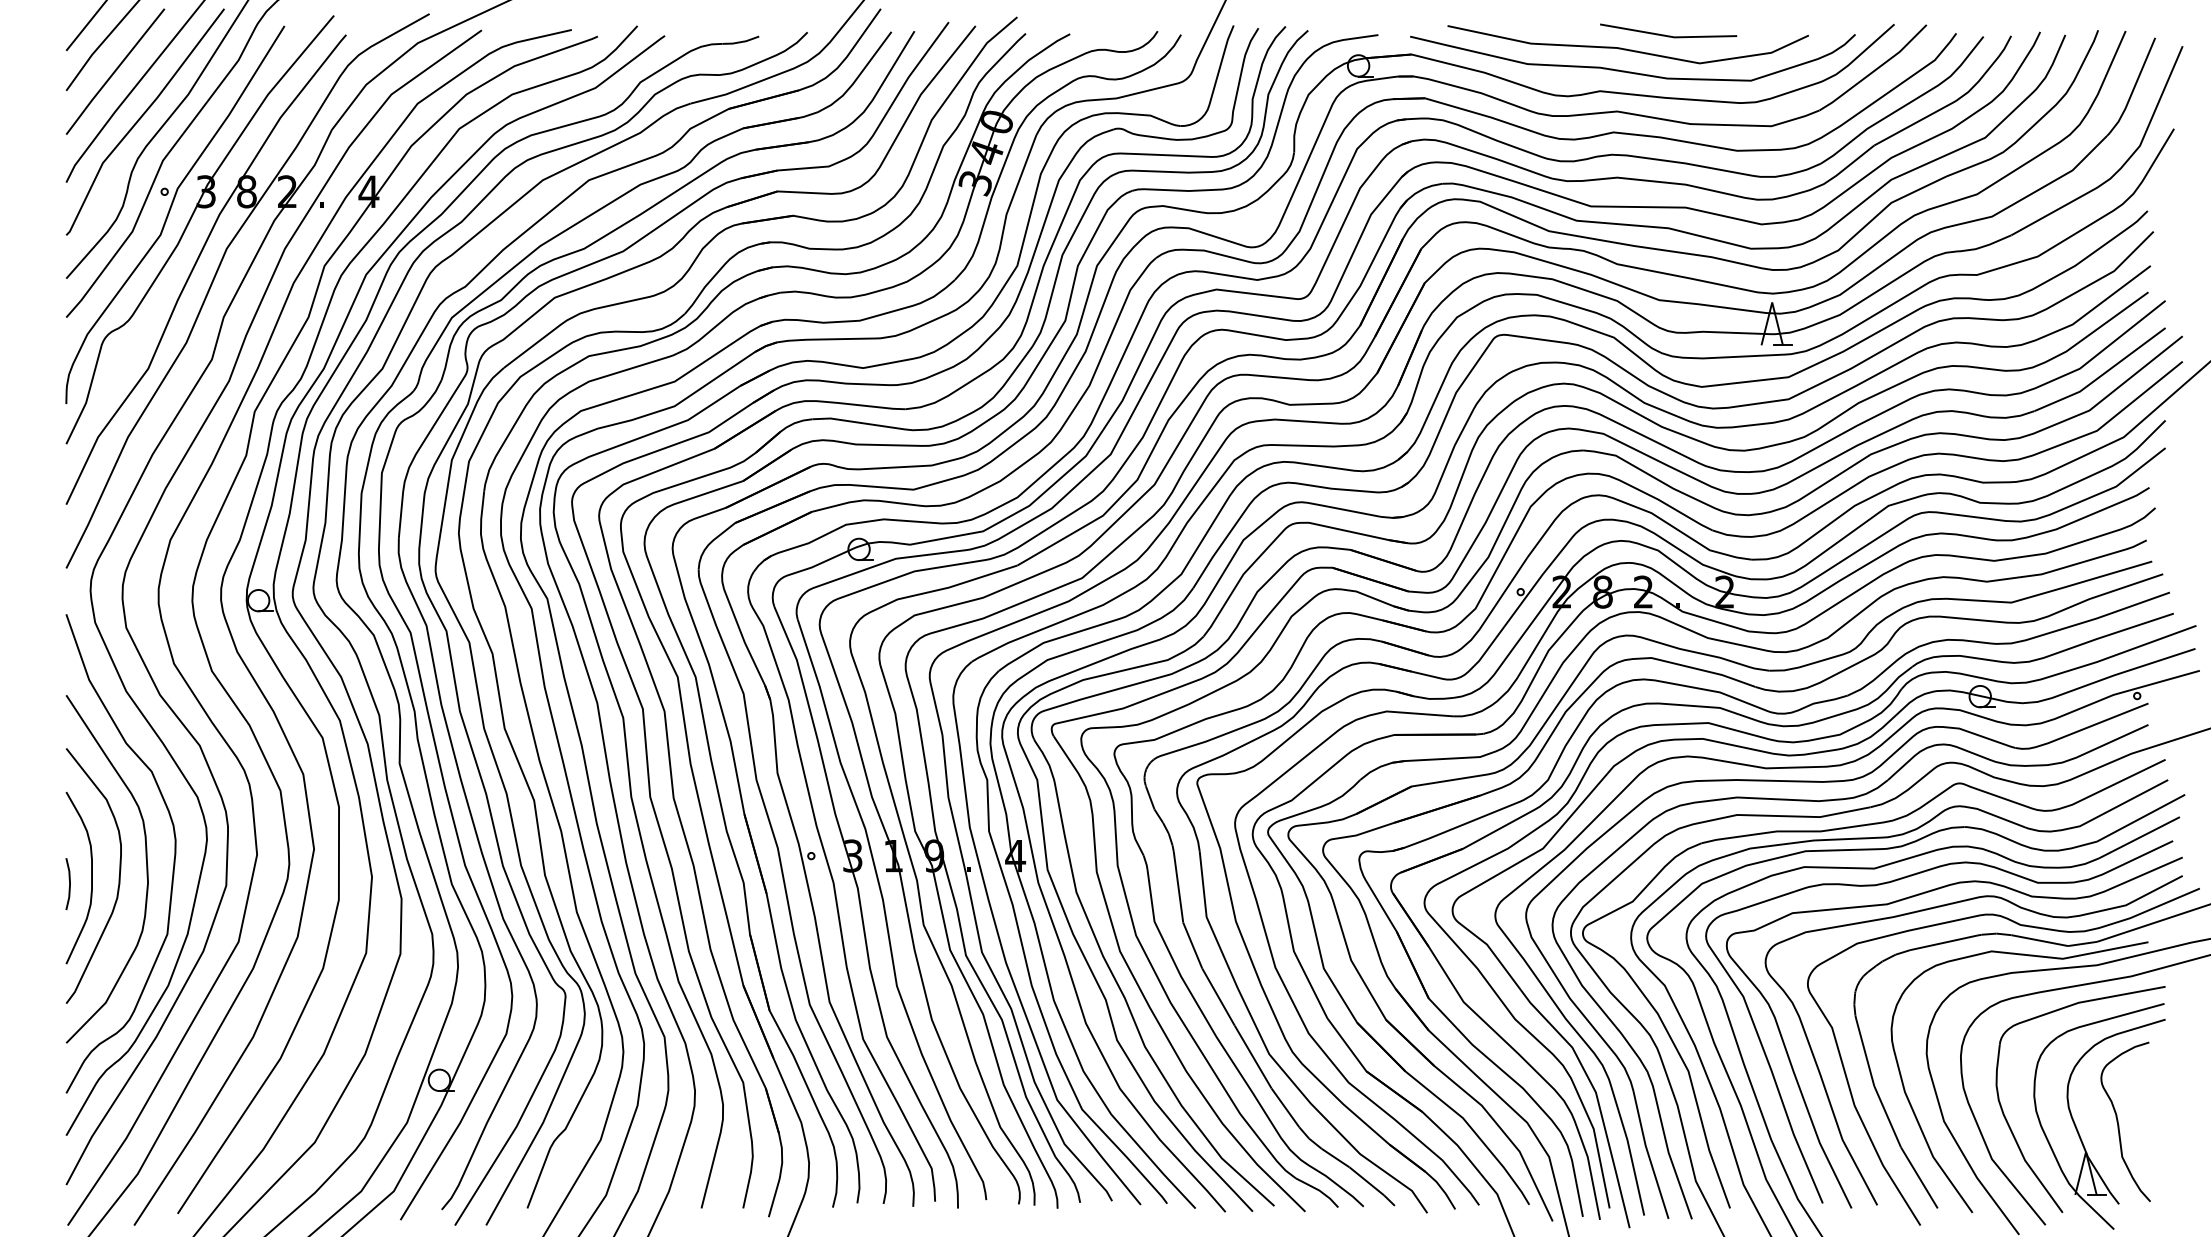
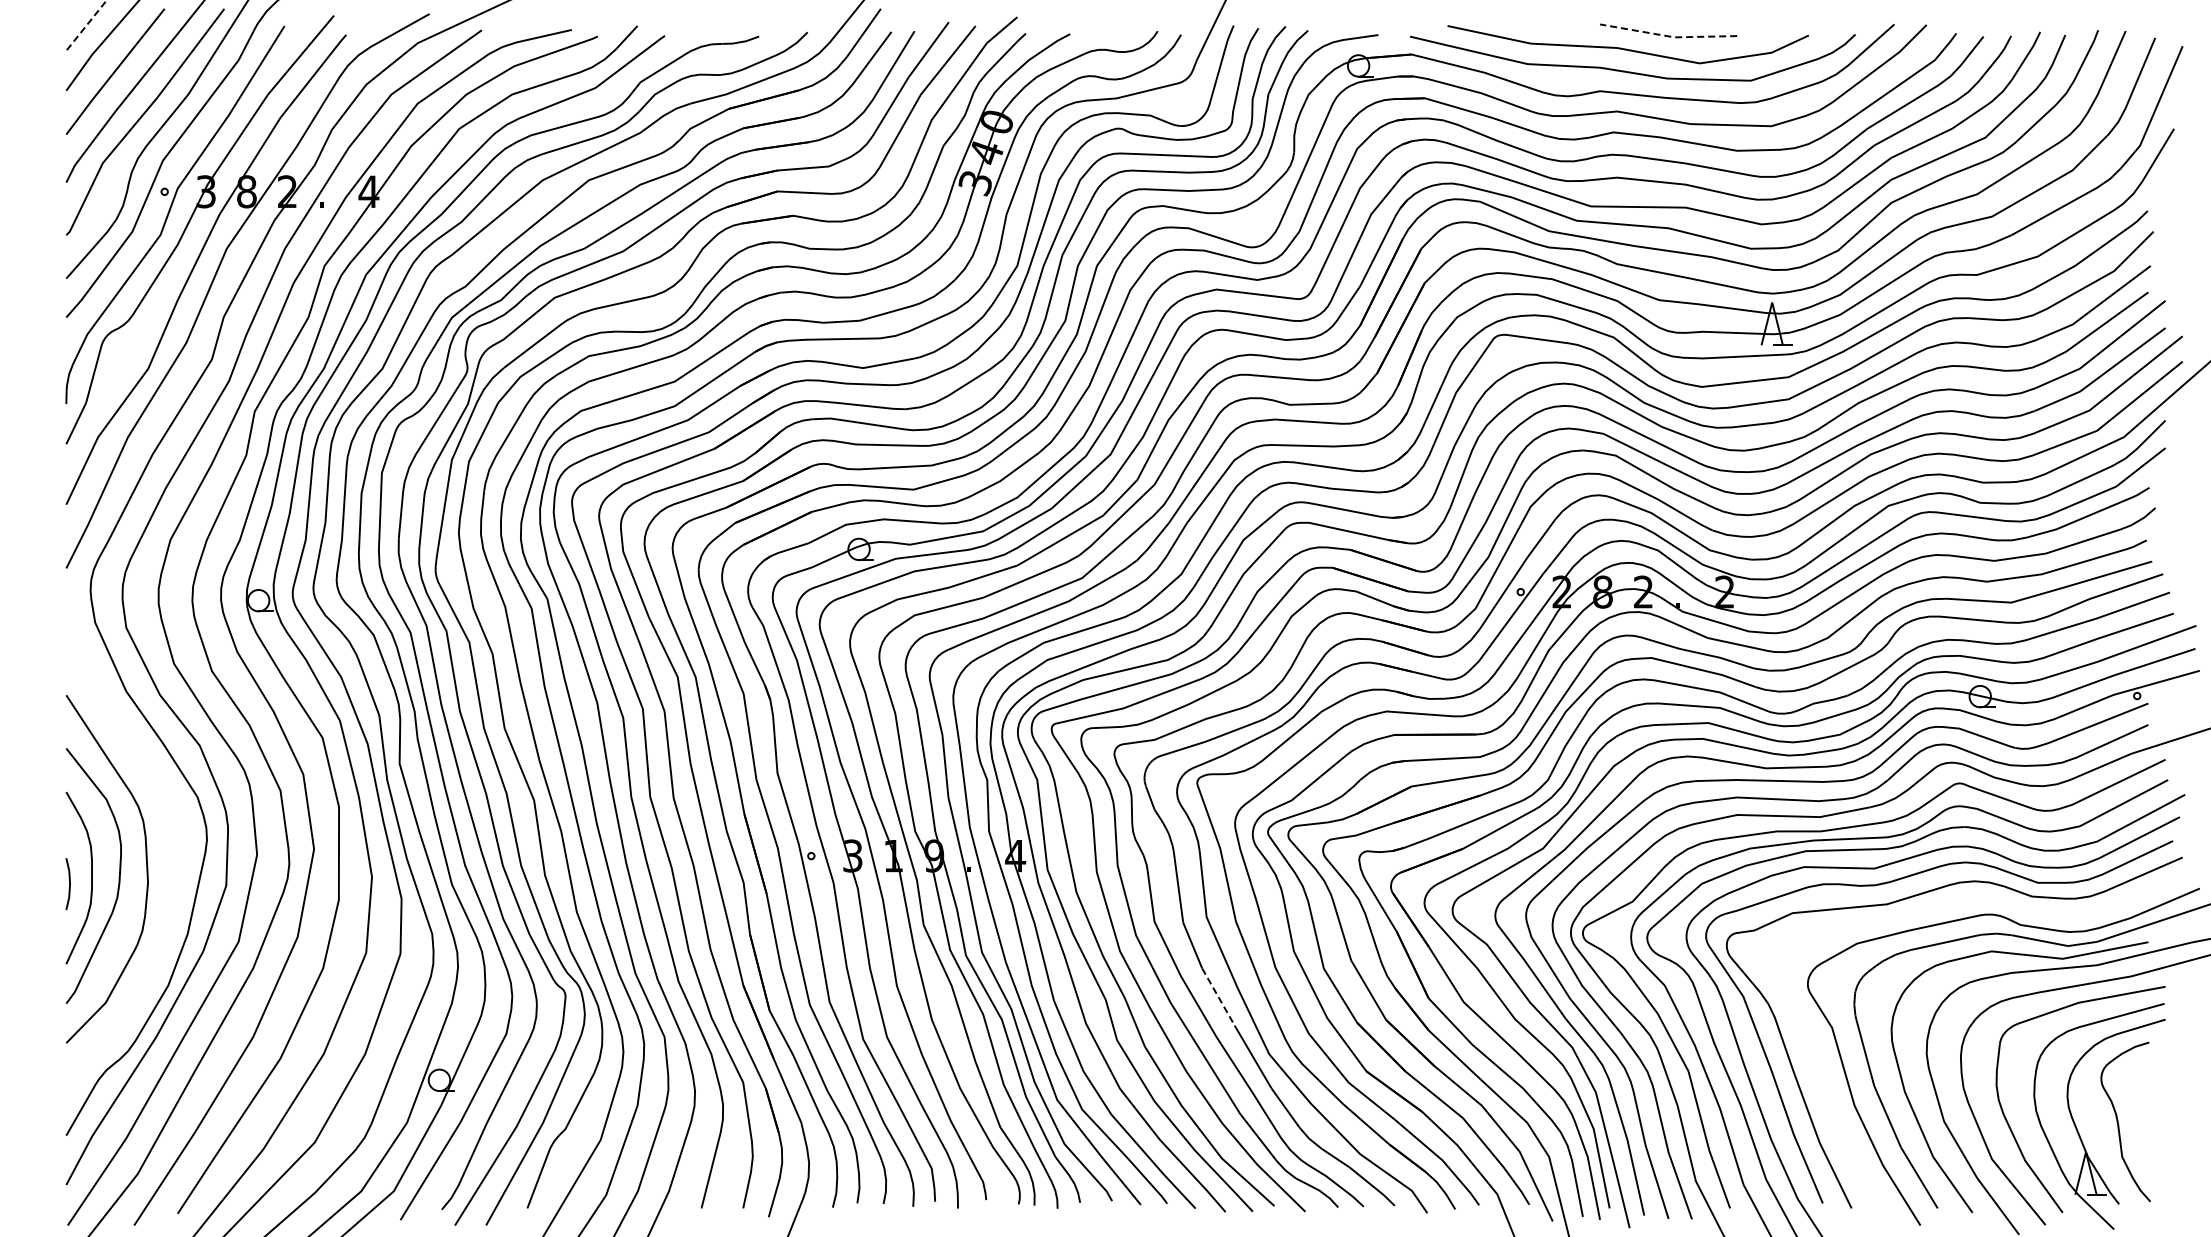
line at (86, 25): solid -> dashed
line at (1668, 36): solid -> dashed
curve at (173, 859): present -> none
curve at (1940, 907): present -> none
line at (1218, 997): solid -> dashed
